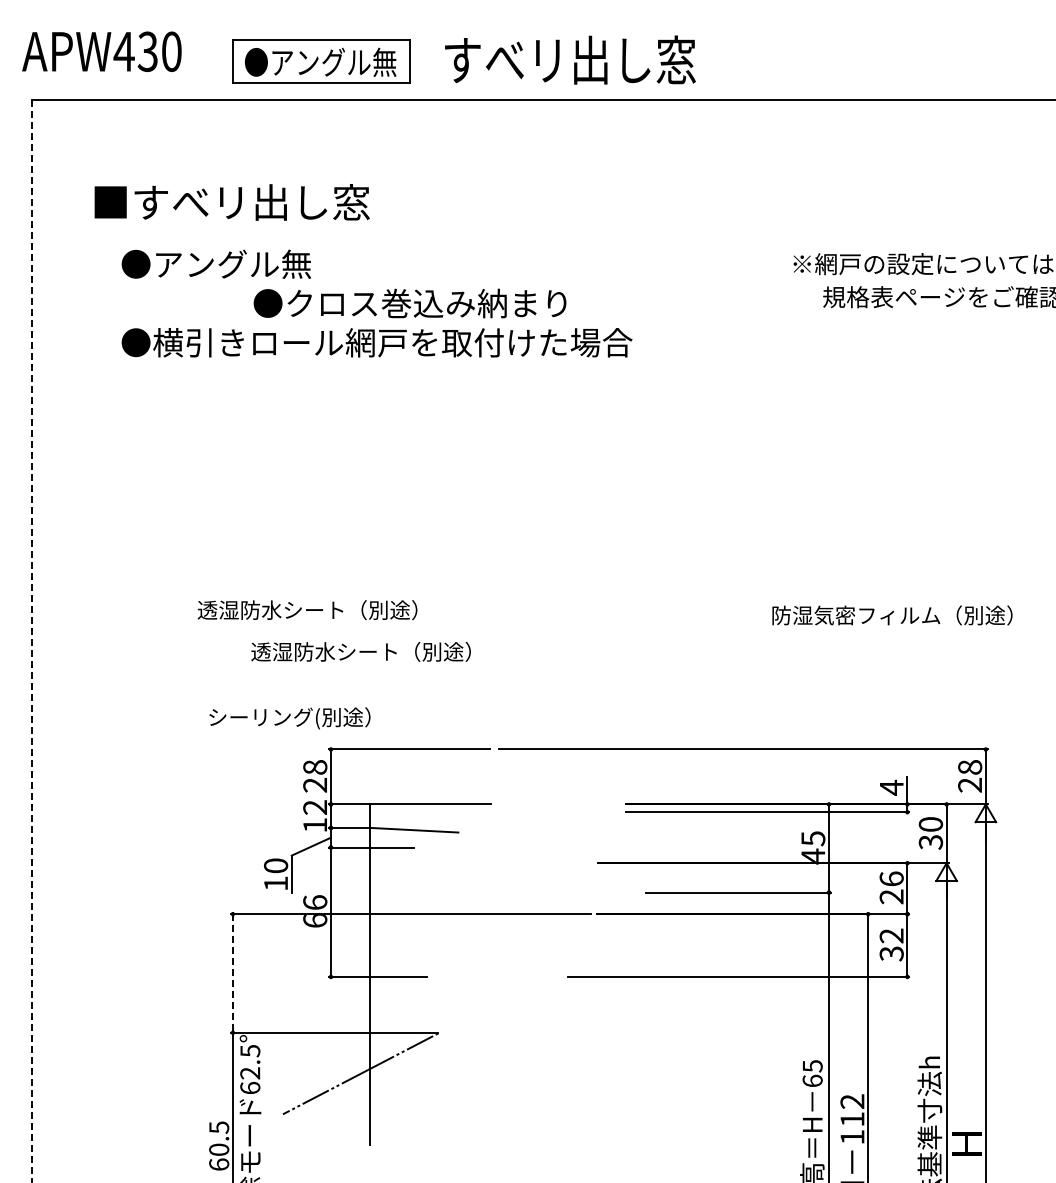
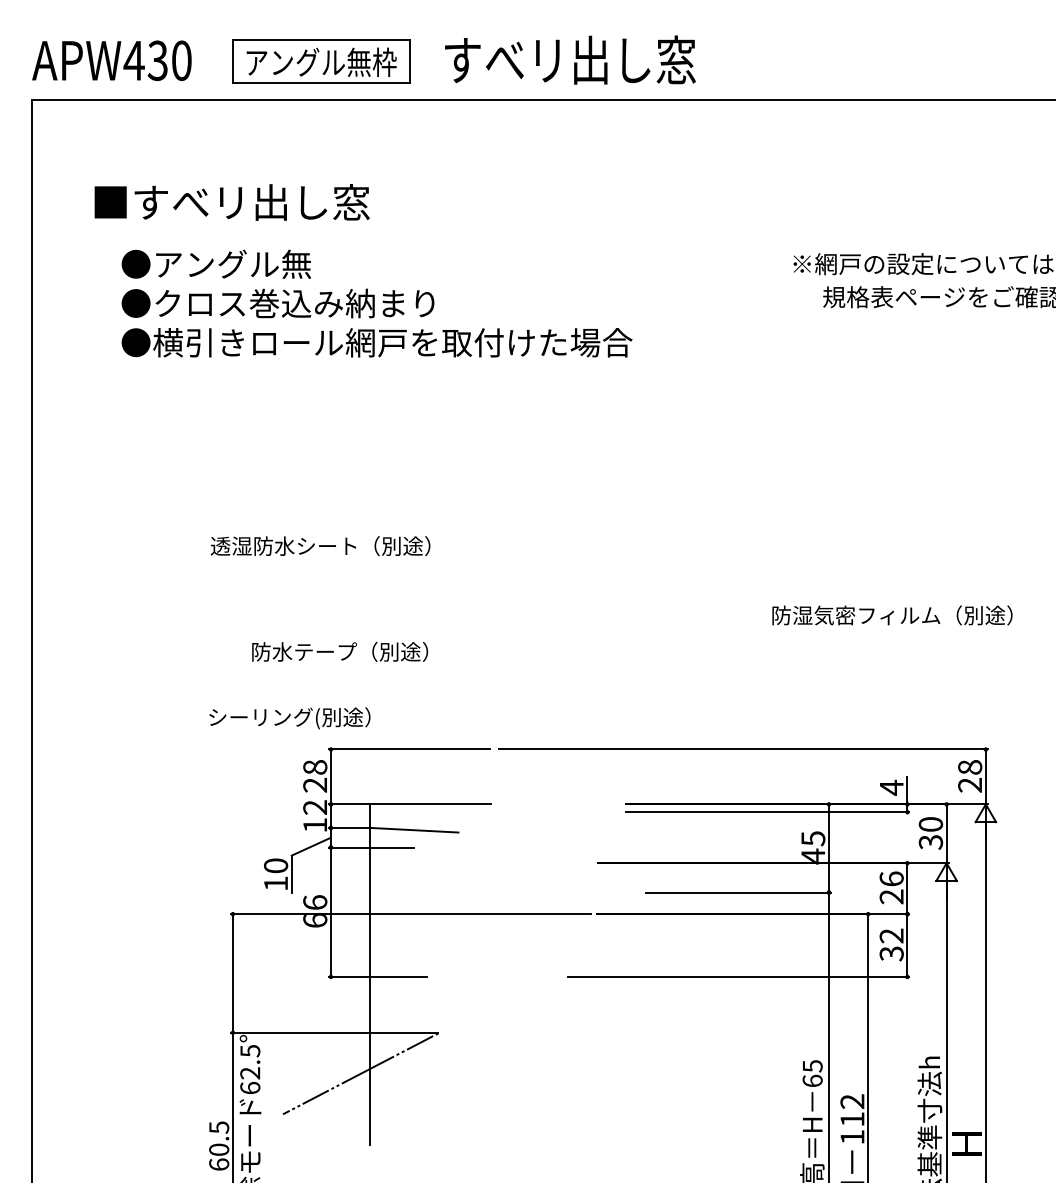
text at (101, 51) position: (101, 51) -> (111, 60)
text at (320, 62): ●アングル無 -> アングル無枠
text at (409, 303) position: (409, 303) -> (277, 303)
text at (307, 609) position: (307, 609) -> (320, 545)
line at (31, 641): dashed -> solid
text at (360, 651): 透湿防水シート（別途） -> 防水テープ（別途）
line at (232, 973): dashed -> solid
